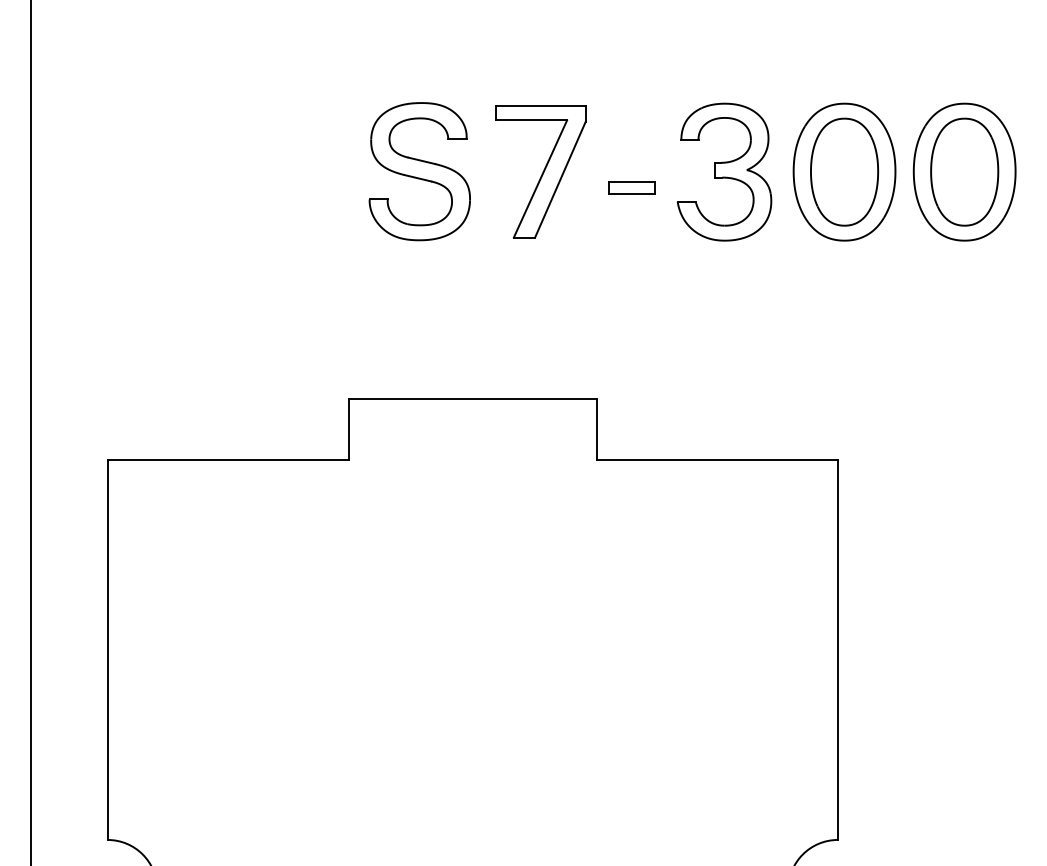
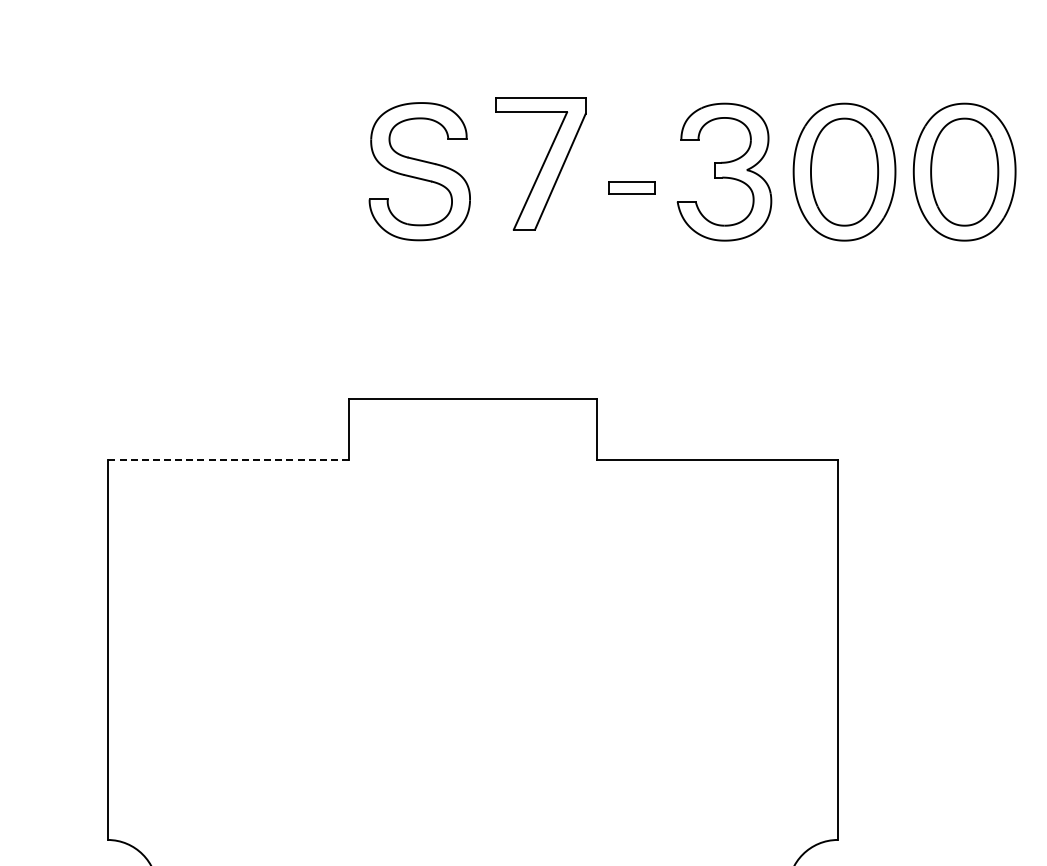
part at (540, 171) position: (540, 171) -> (540, 163)
line at (31, 432): present -> none
line at (228, 460): solid -> dashed
